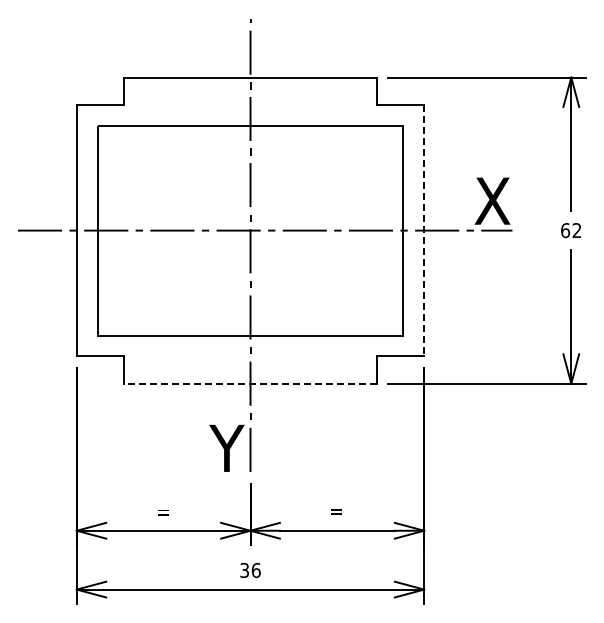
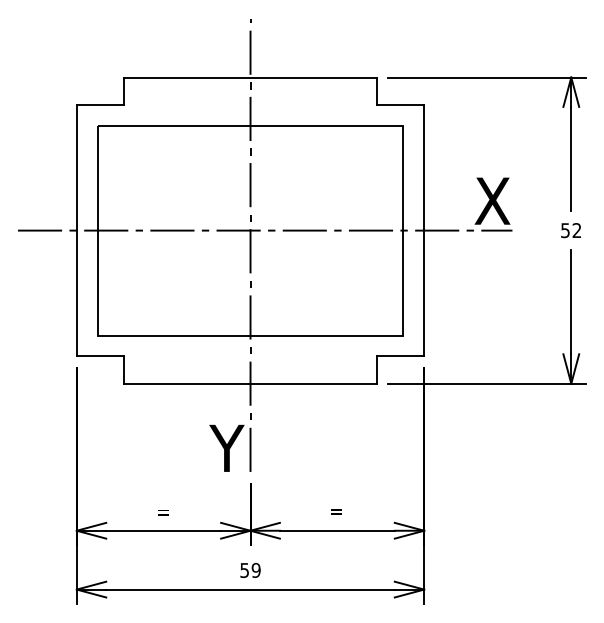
text at (565, 230): 62 -> 52
line at (424, 231): dashed -> solid
line at (250, 383): dashed -> solid
text at (250, 569): 36 -> 59
